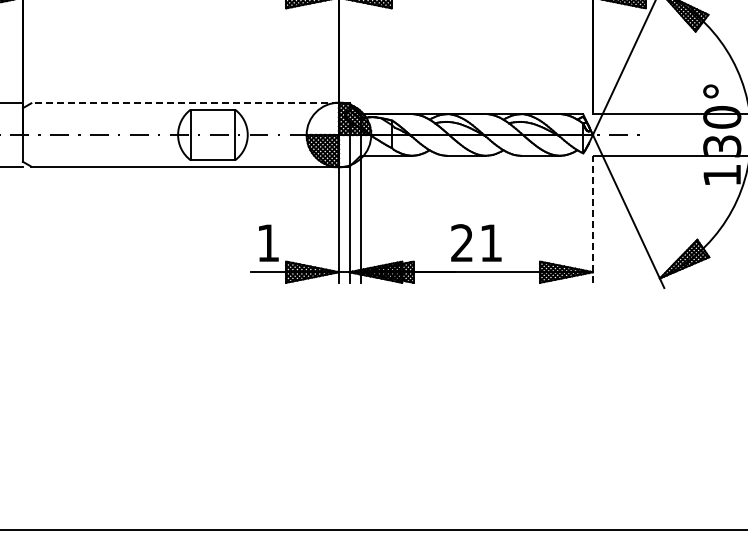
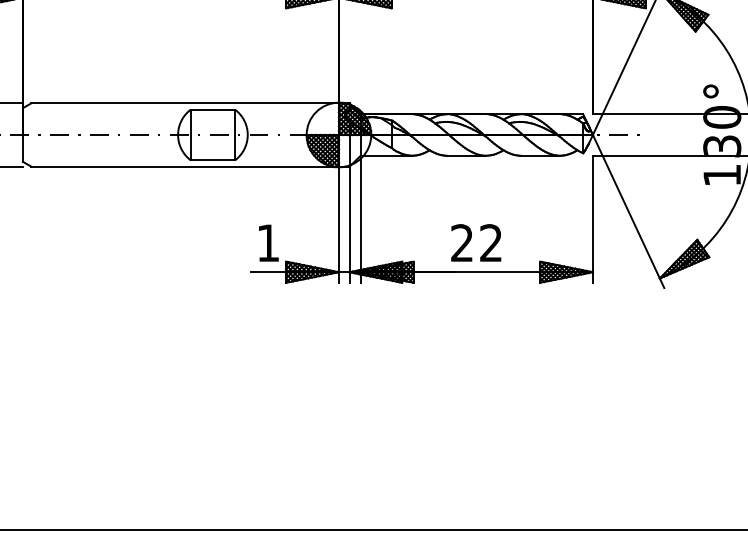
line at (185, 103): dashed -> solid
line at (592, 218): dashed -> solid
text at (490, 242): 21 -> 22
